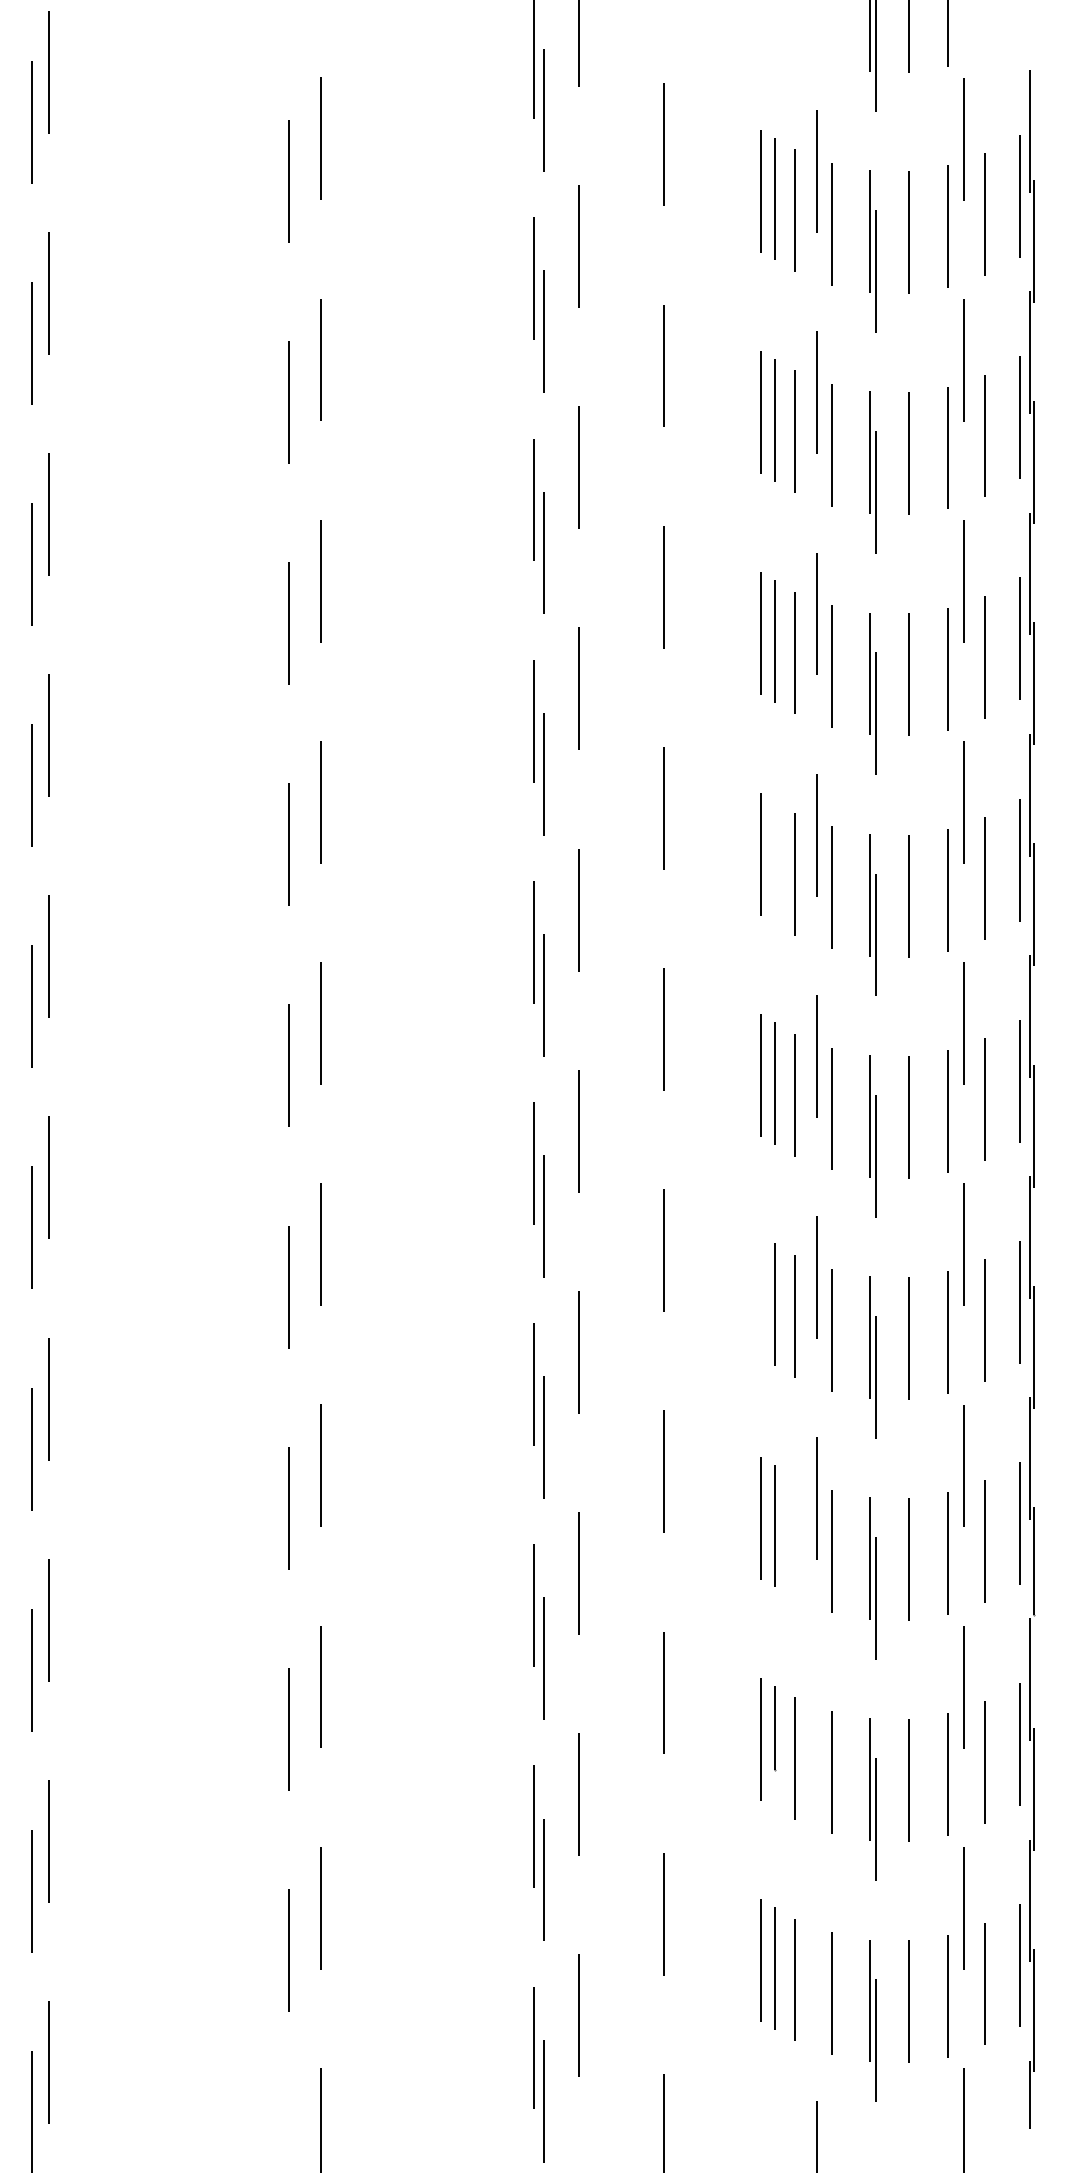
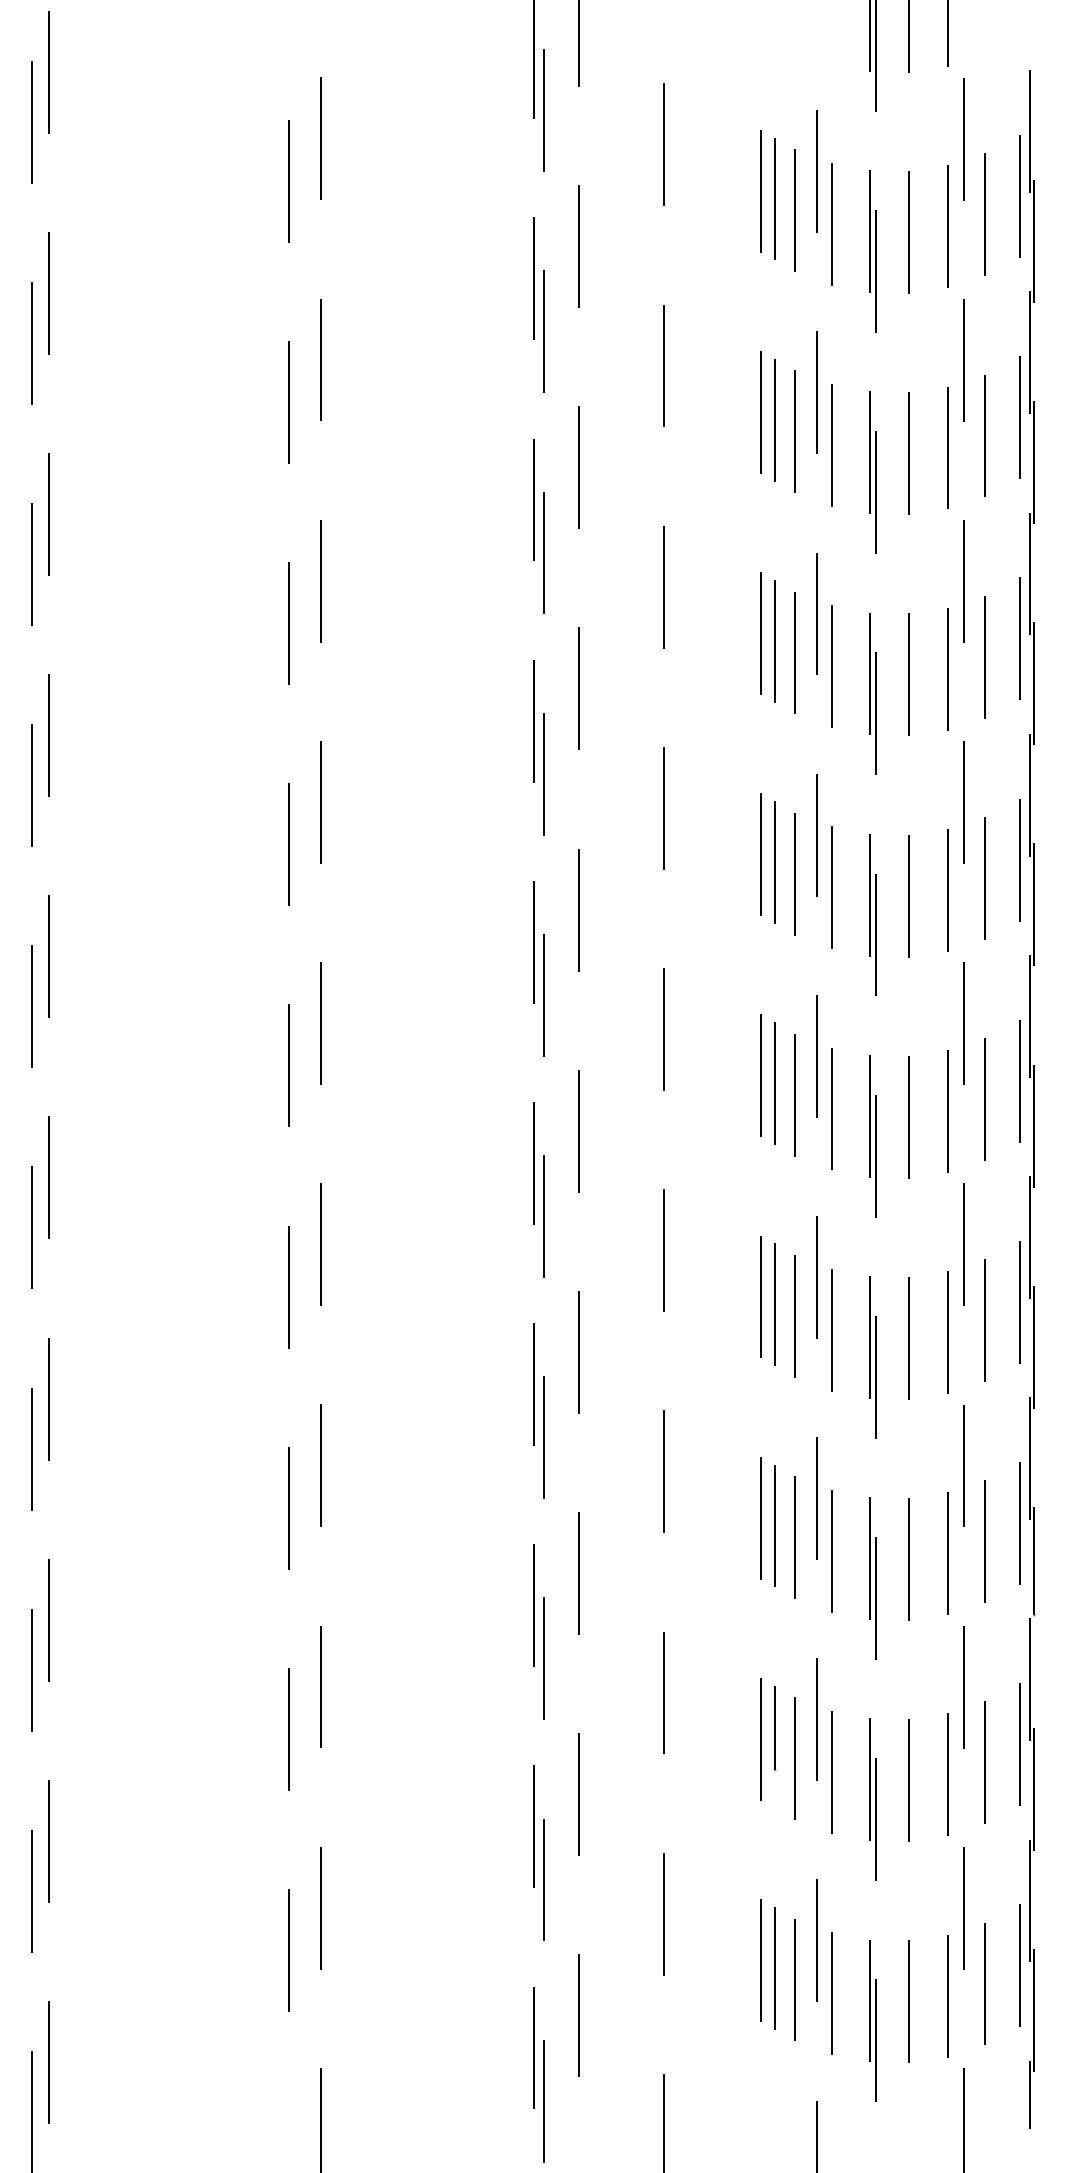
line at (775, 862): none -> present
line at (760, 1296): none -> present
line at (794, 1537): none -> present
line at (816, 1719): none -> present
line at (817, 1940): none -> present
